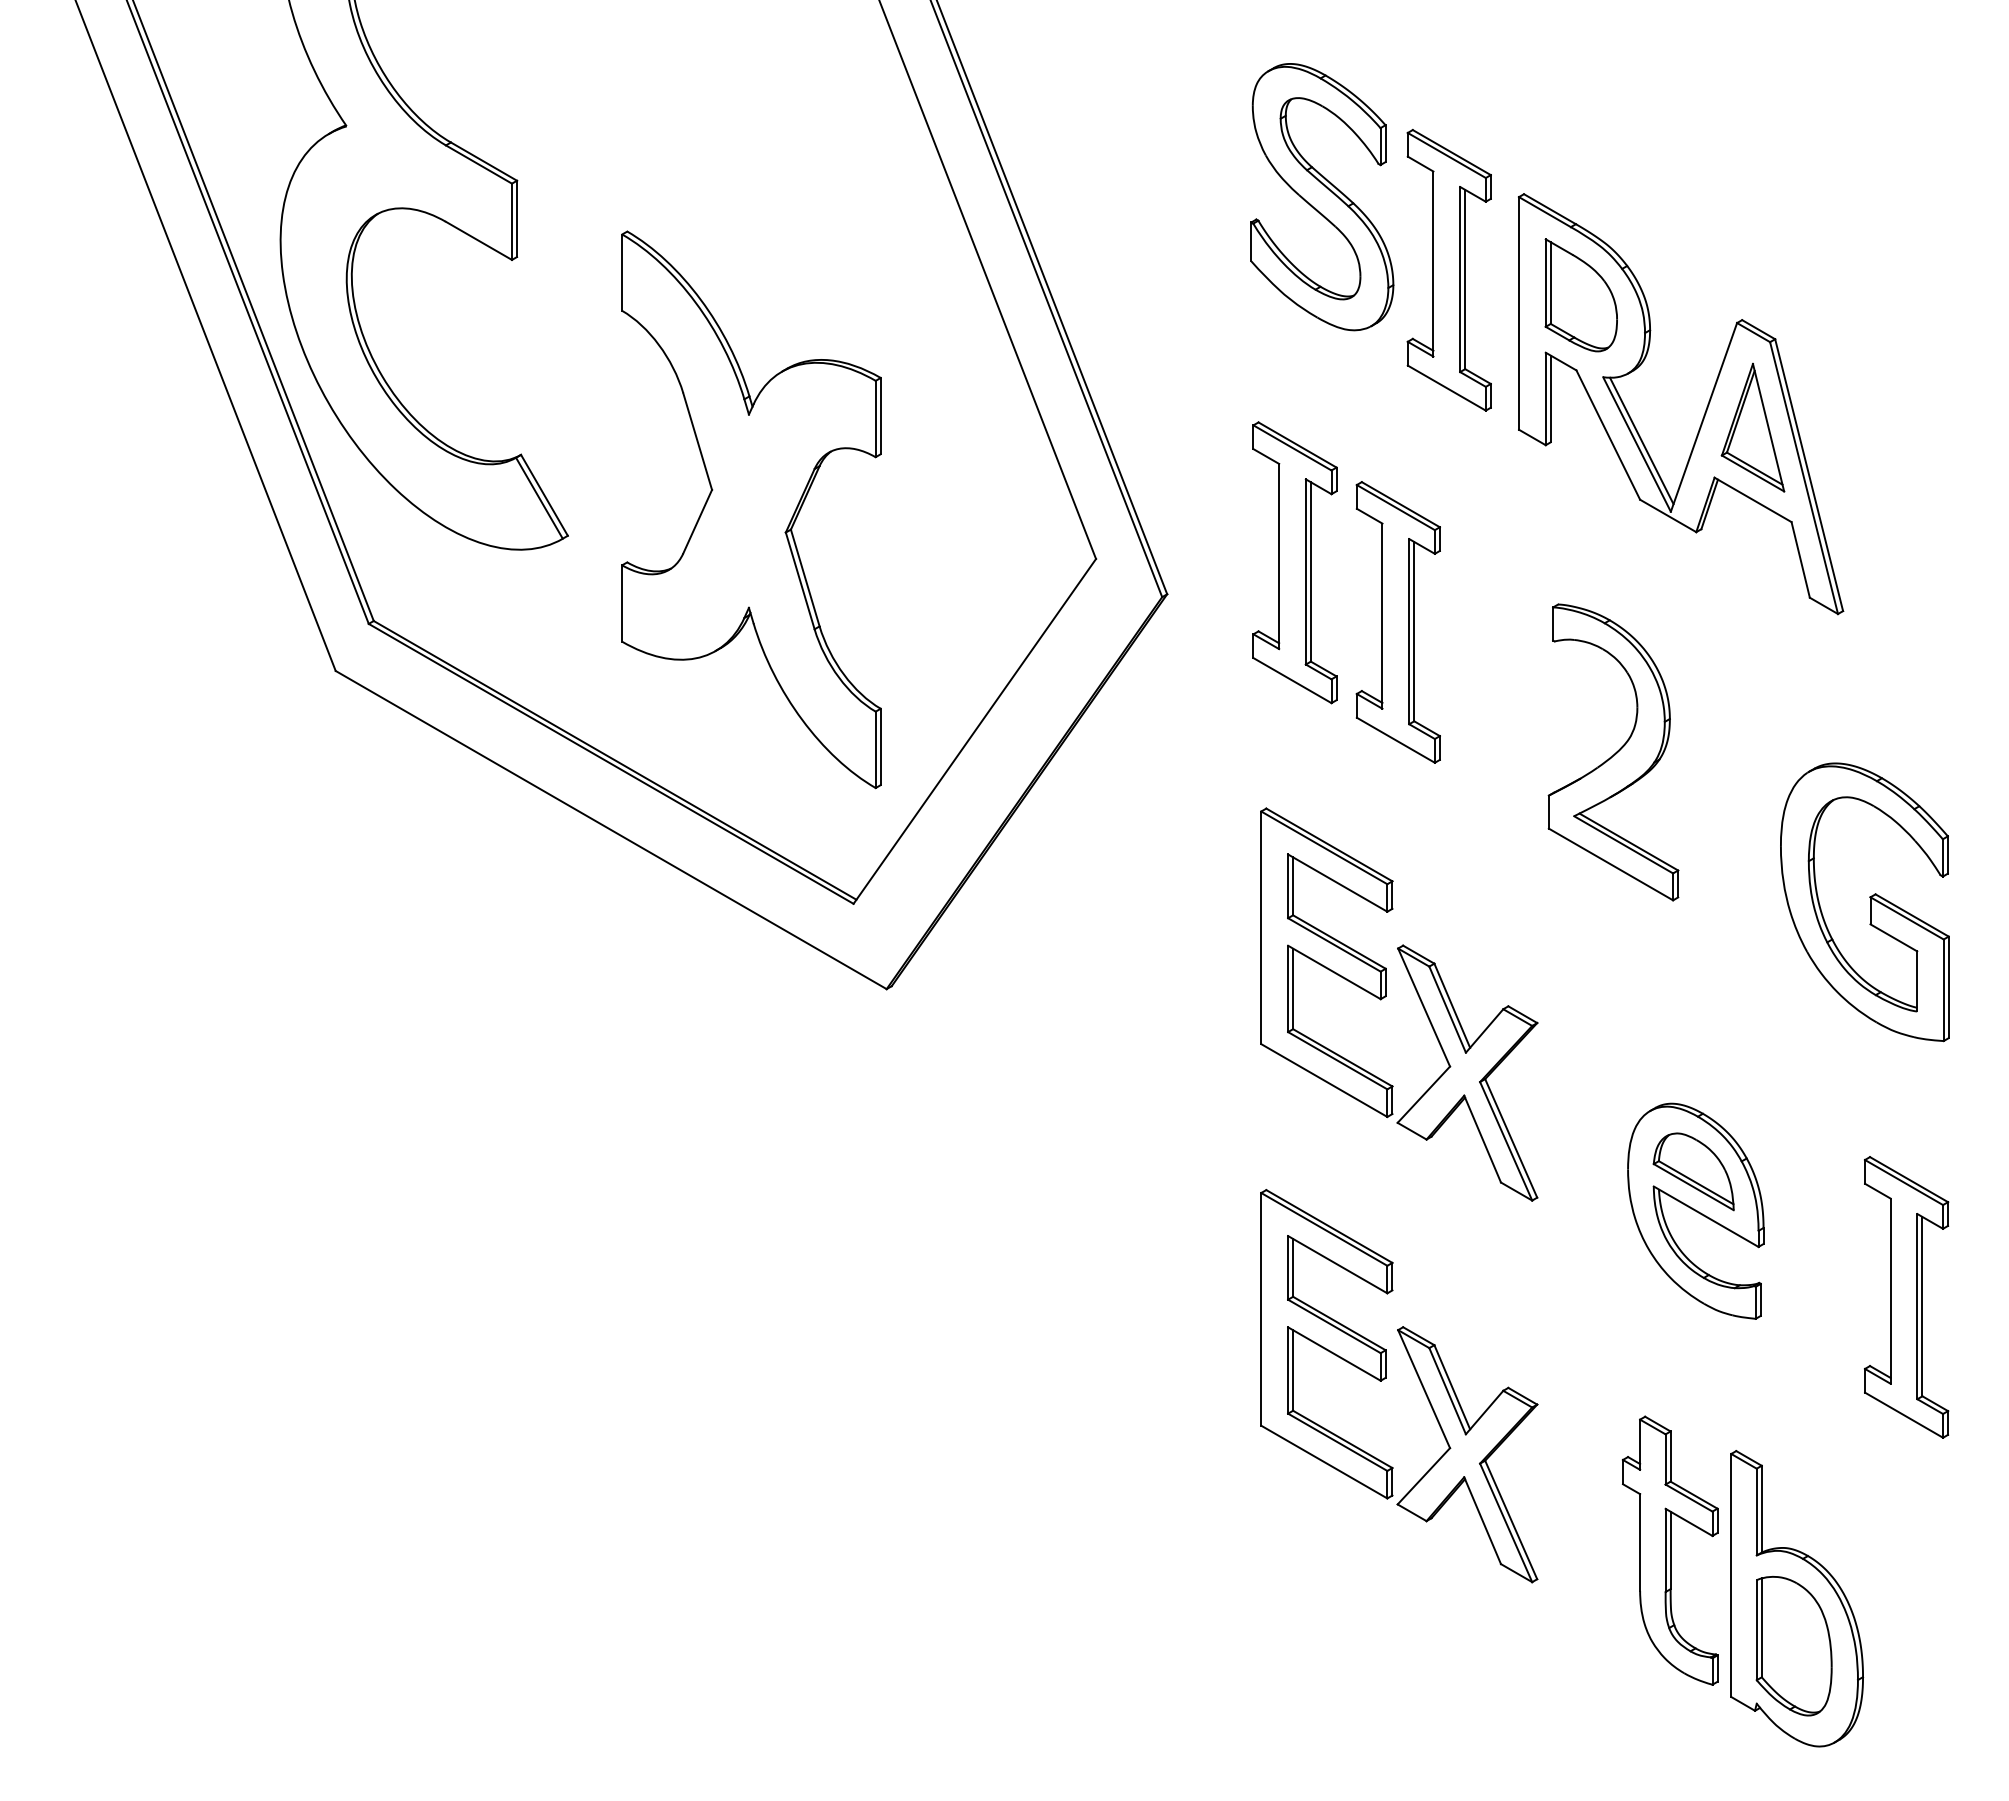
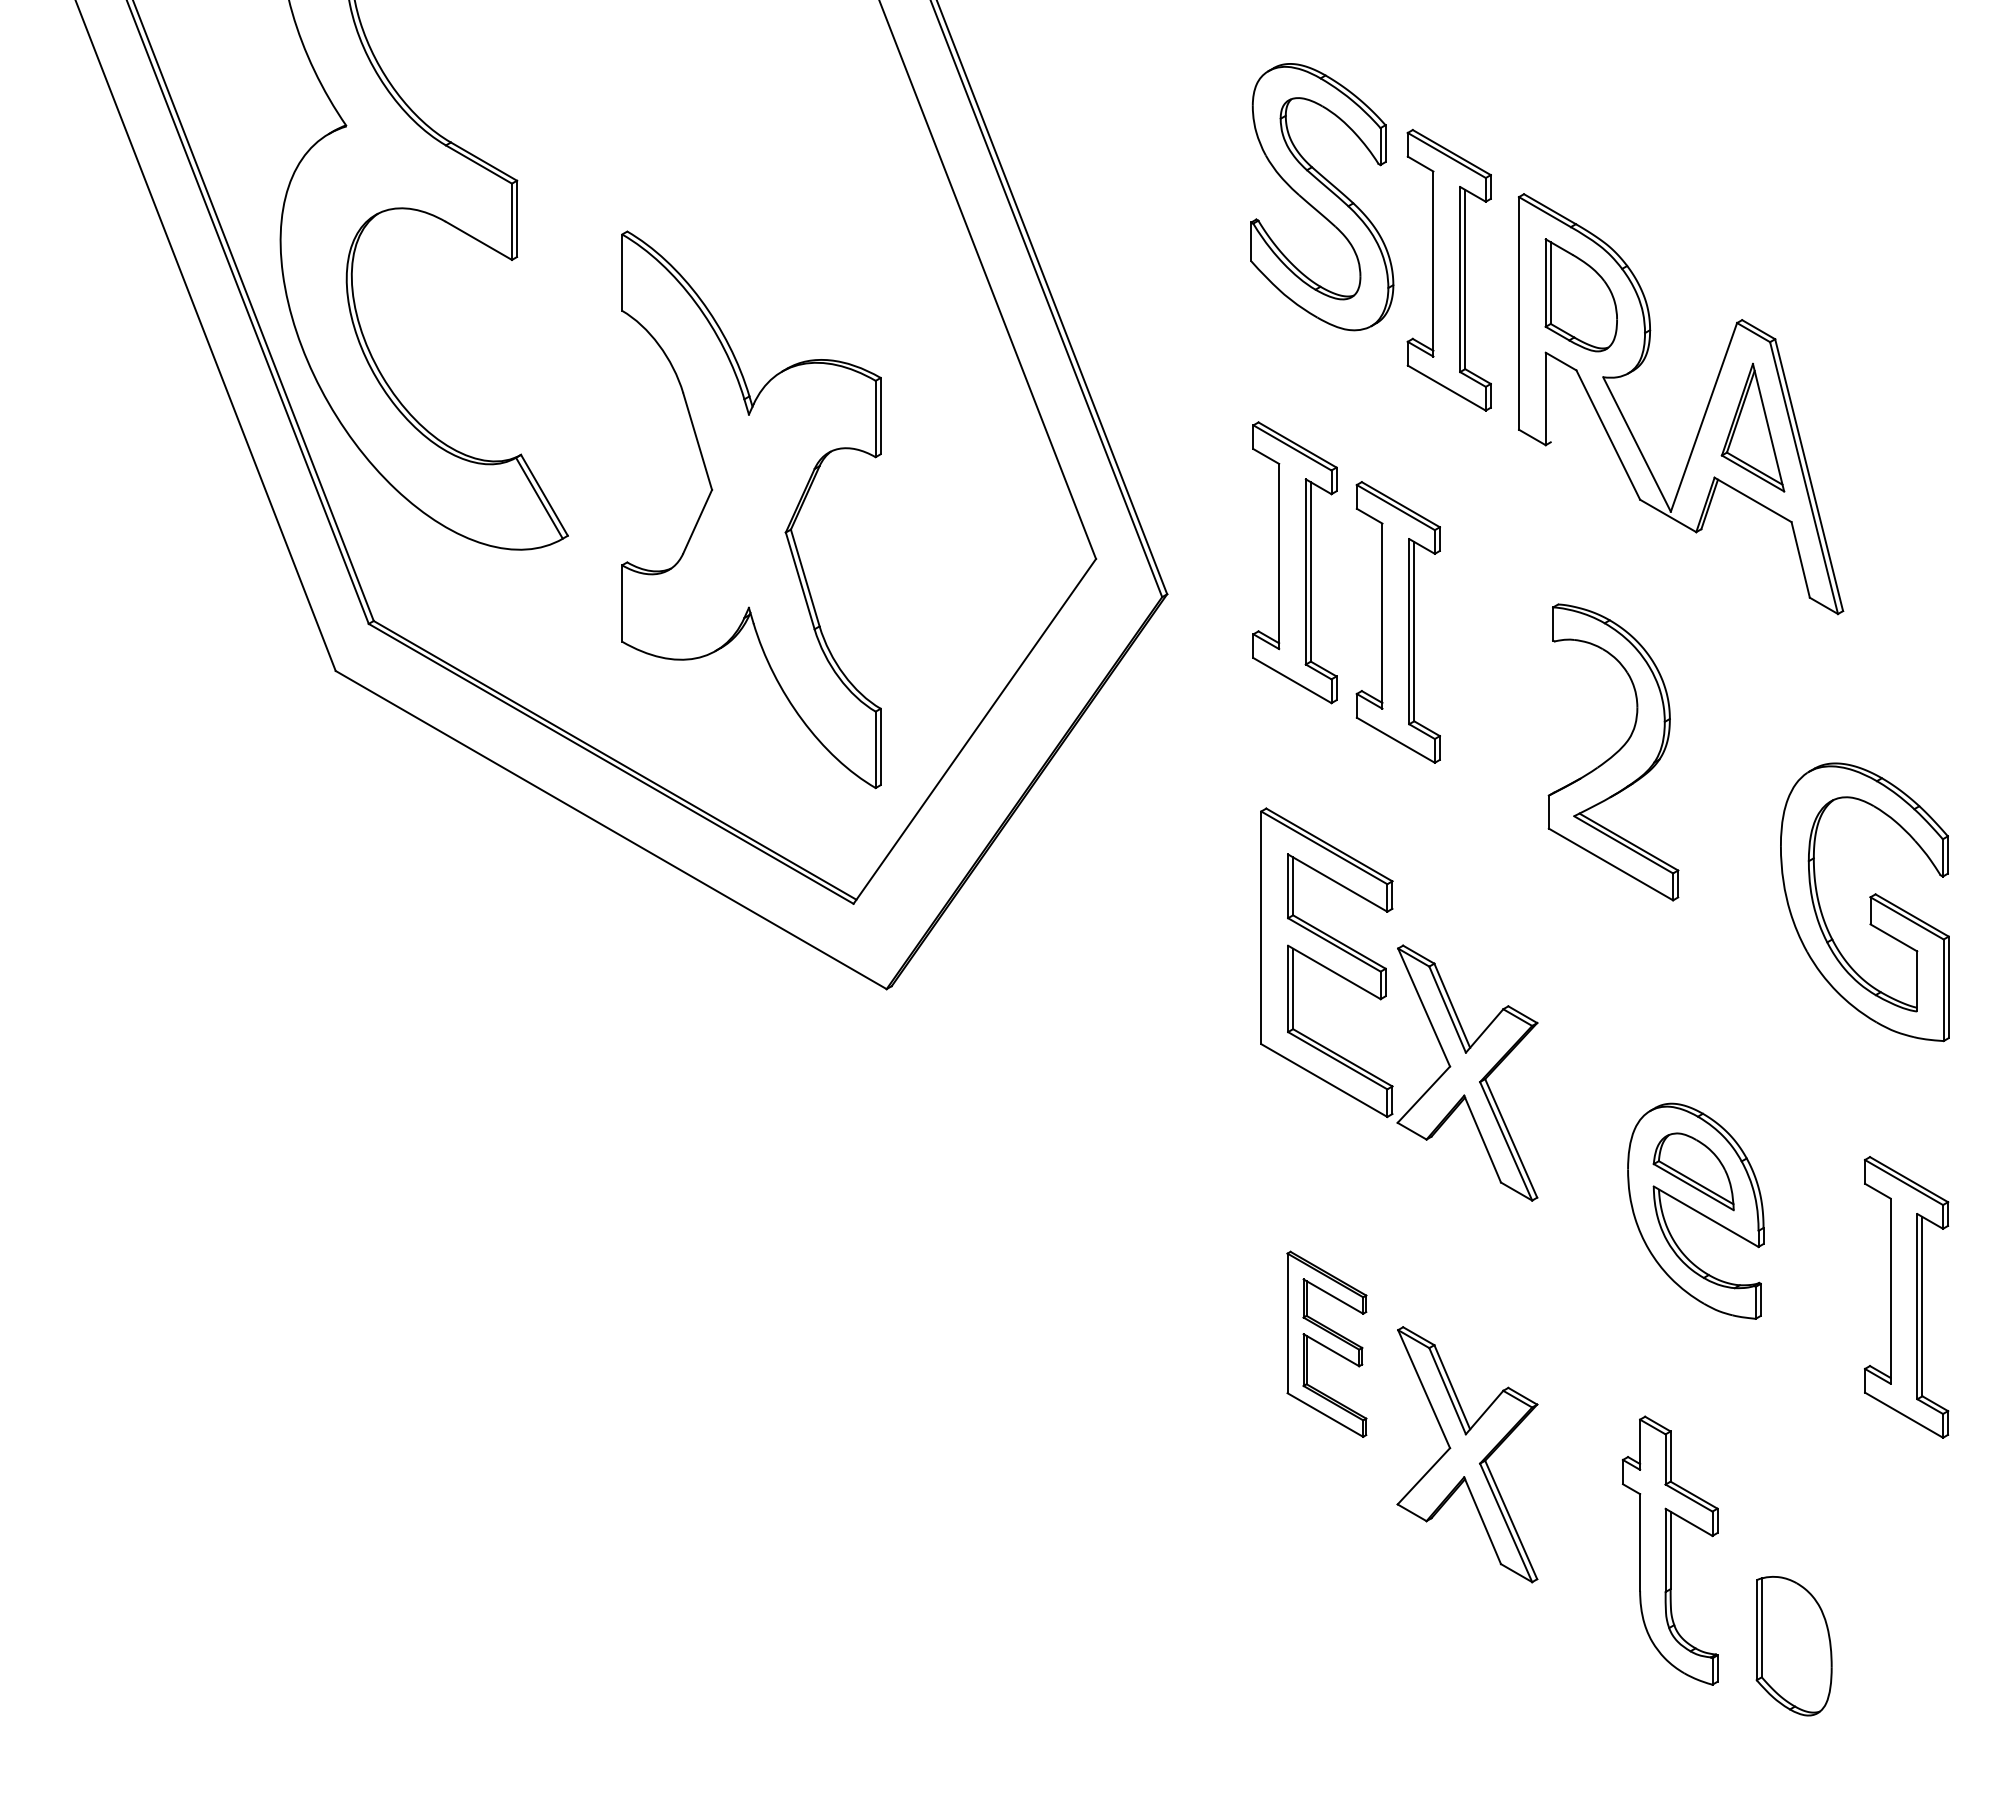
line at (1550, 398): present -> none
line at (1641, 440): present -> none
part at (1326, 1344) size: 134x311 px -> 82x188 px
part at (1797, 1598): present -> none
